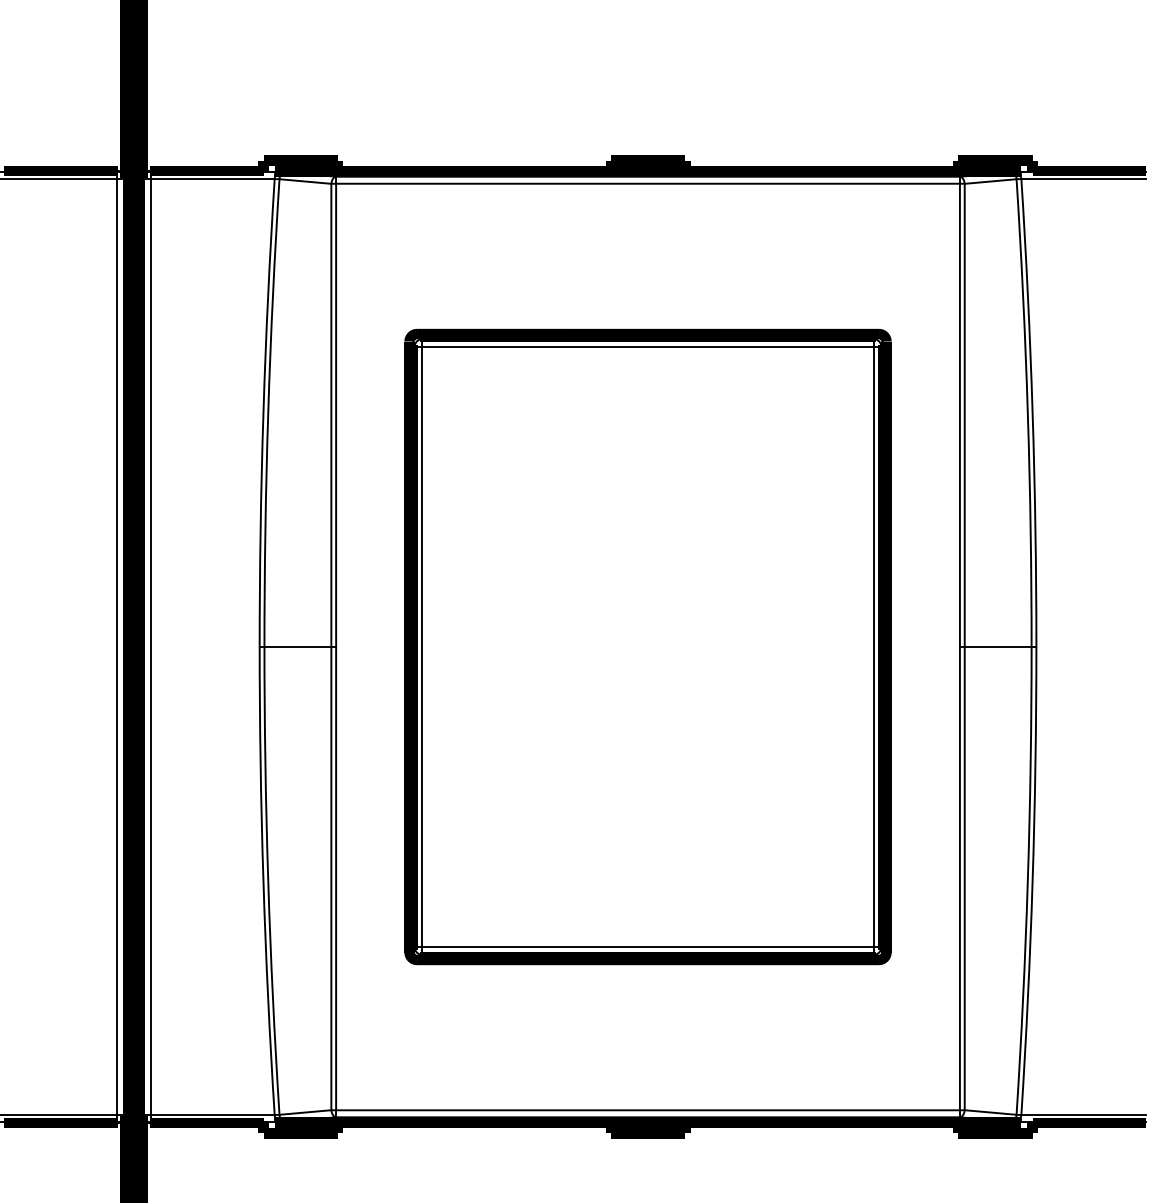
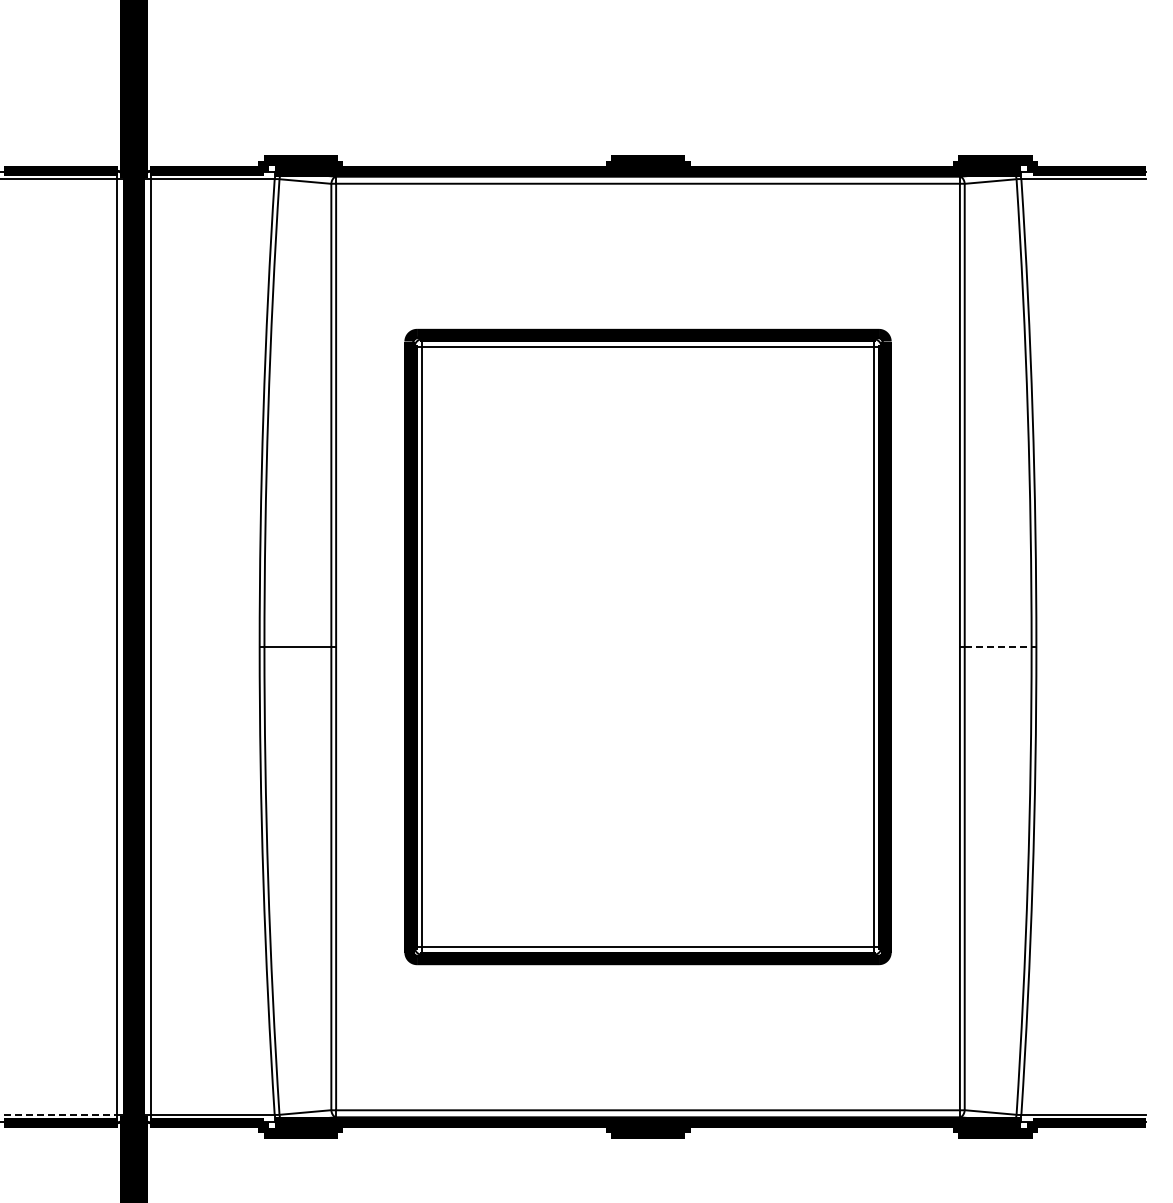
line at (998, 647): solid -> dashed
line at (58, 1114): solid -> dashed
